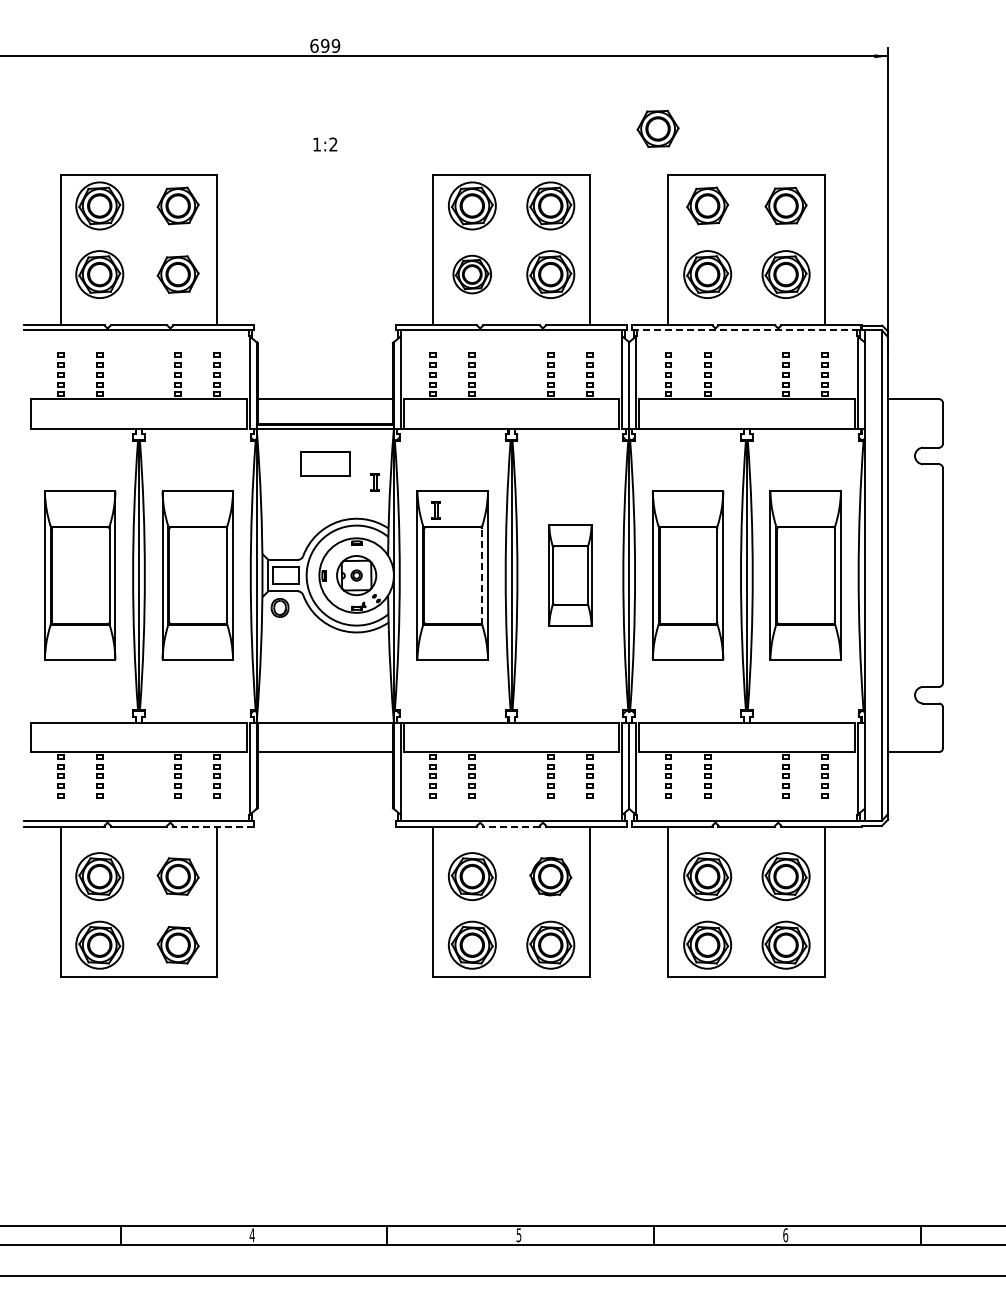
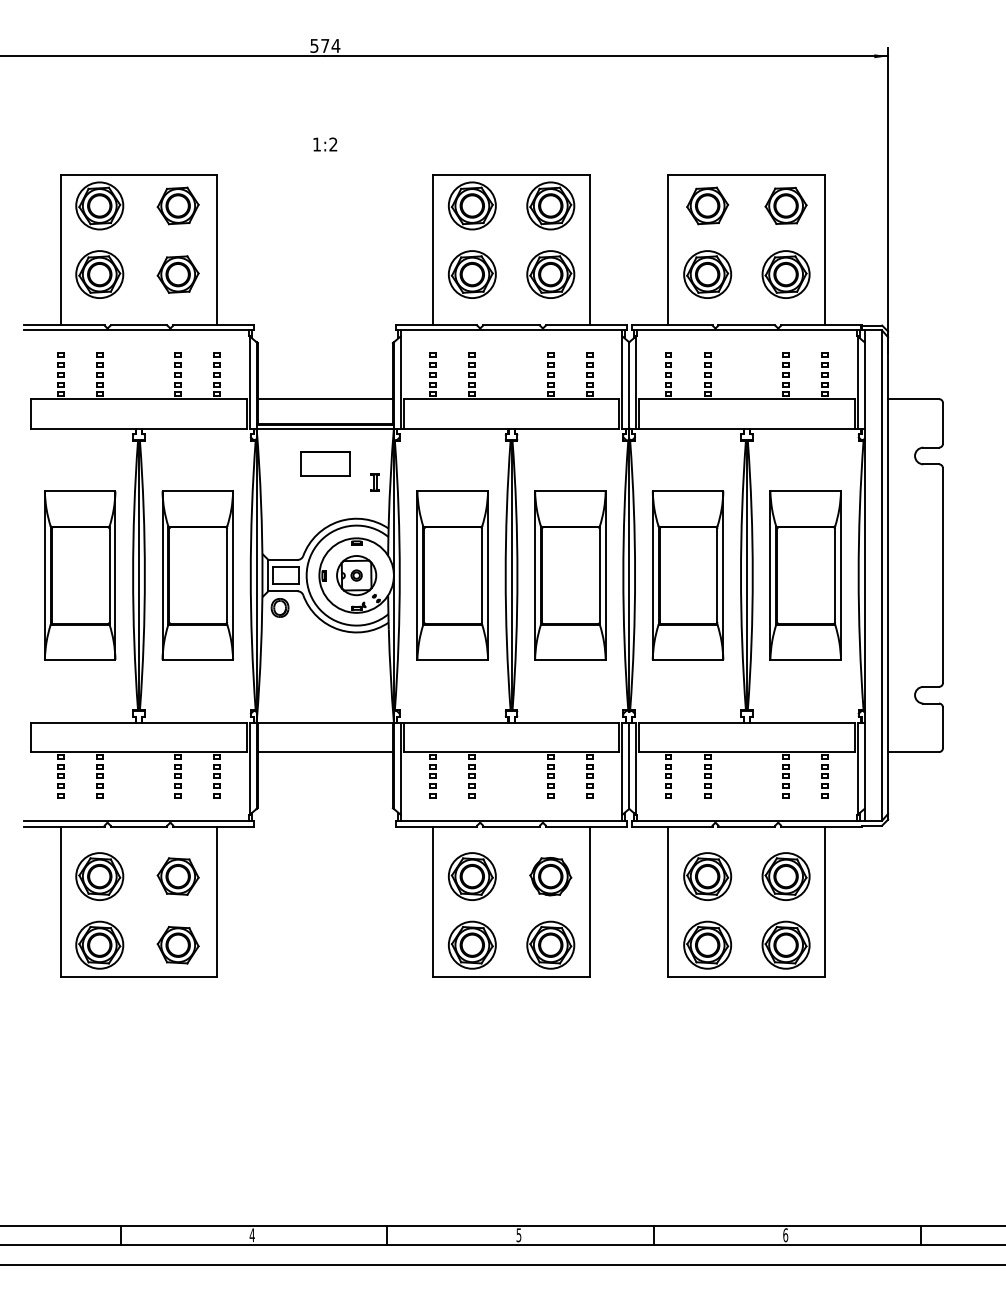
text at (325, 45): 699 -> 574
part at (657, 128): present -> none
part at (471, 274) size: 40x41 px -> 50x49 px
line at (746, 330): dashed -> solid
part at (435, 510): present -> none
line at (482, 575): dashed -> solid
part at (570, 575) size: 45x103 px -> 73x171 px
line at (213, 826): dashed -> solid
line at (511, 826): dashed -> solid
line at (502, 1275) position: (502, 1275) -> (502, 1264)
